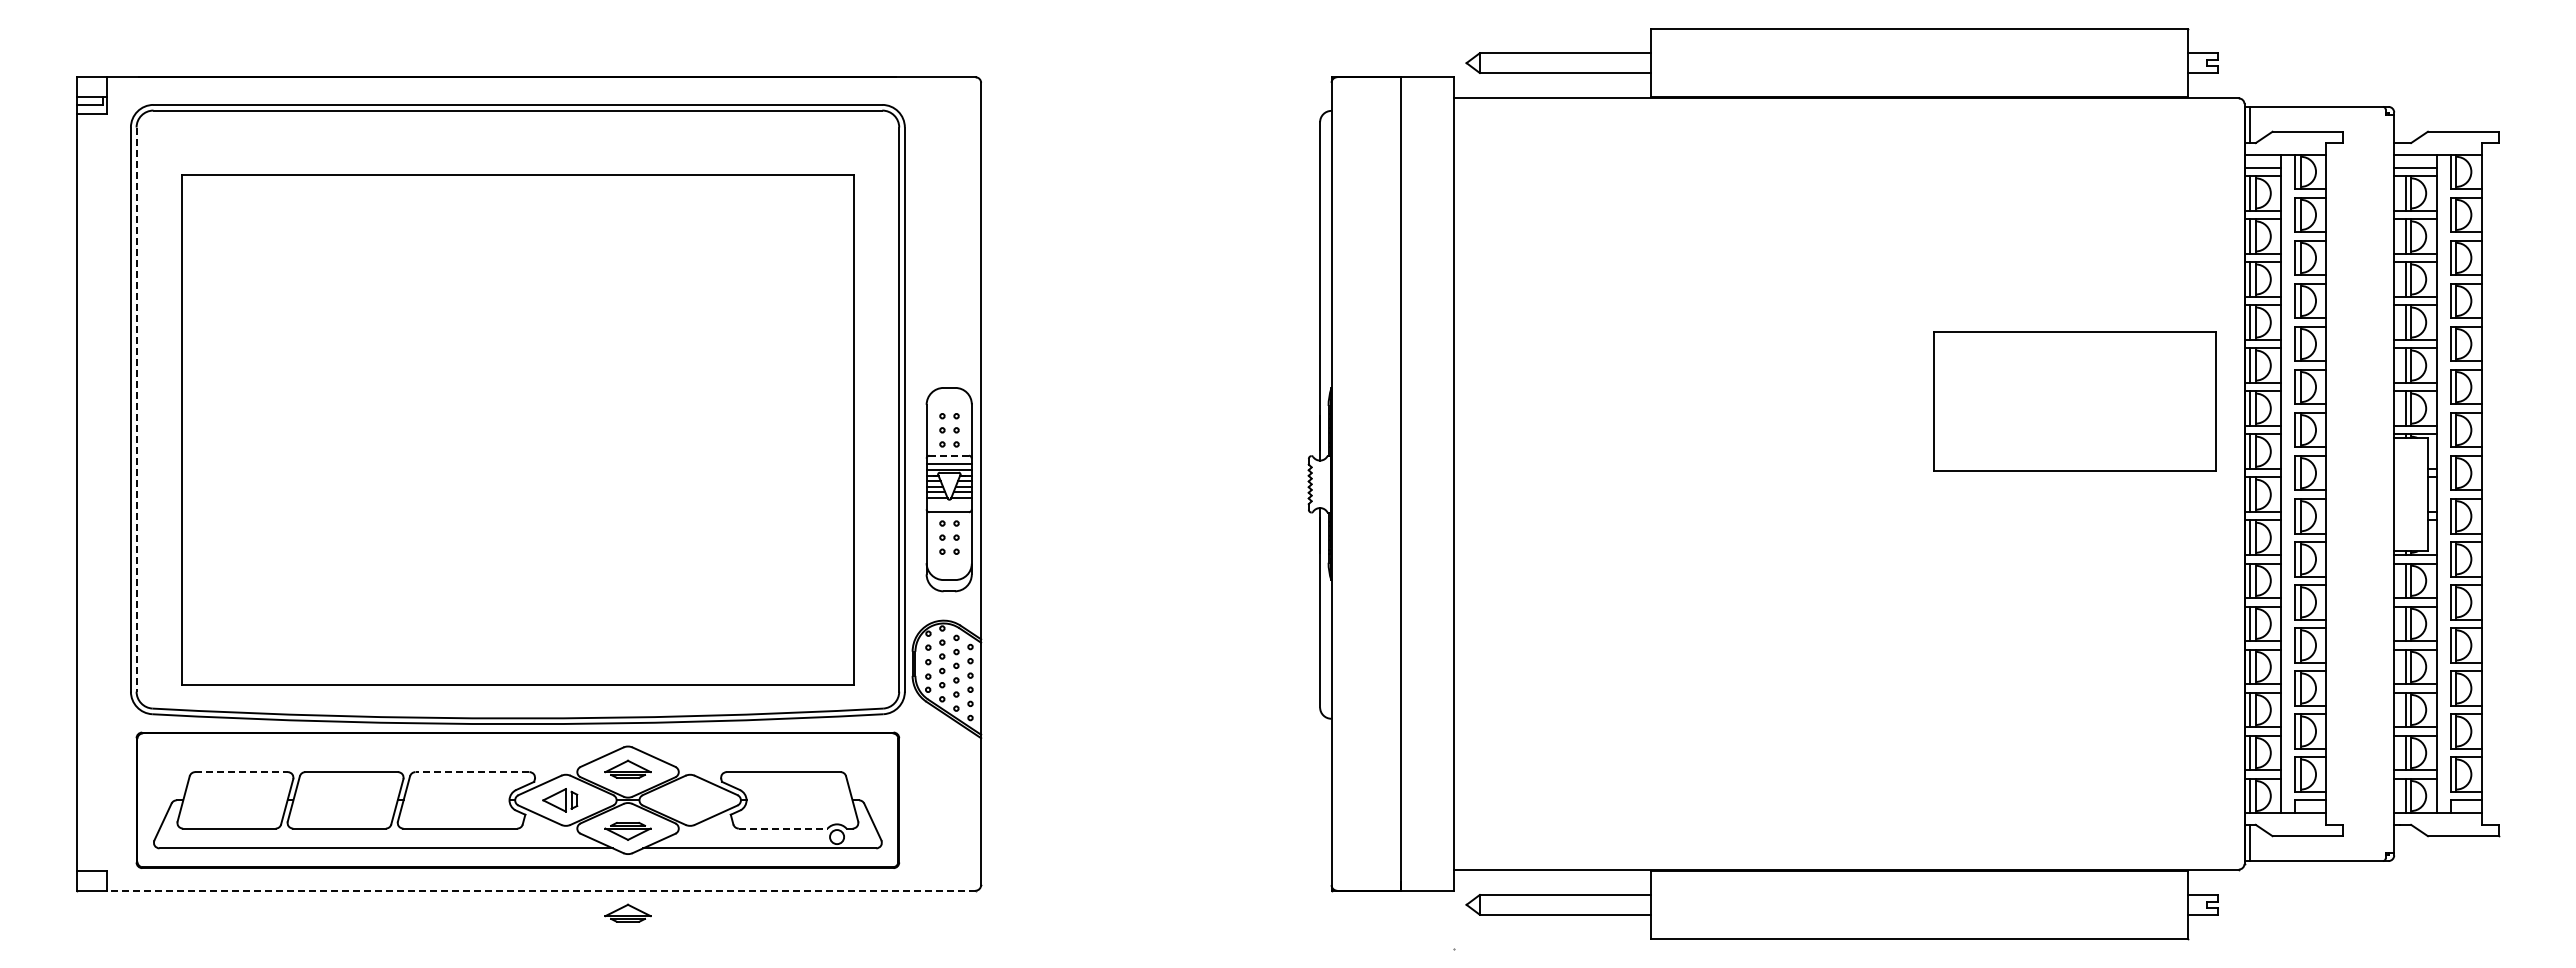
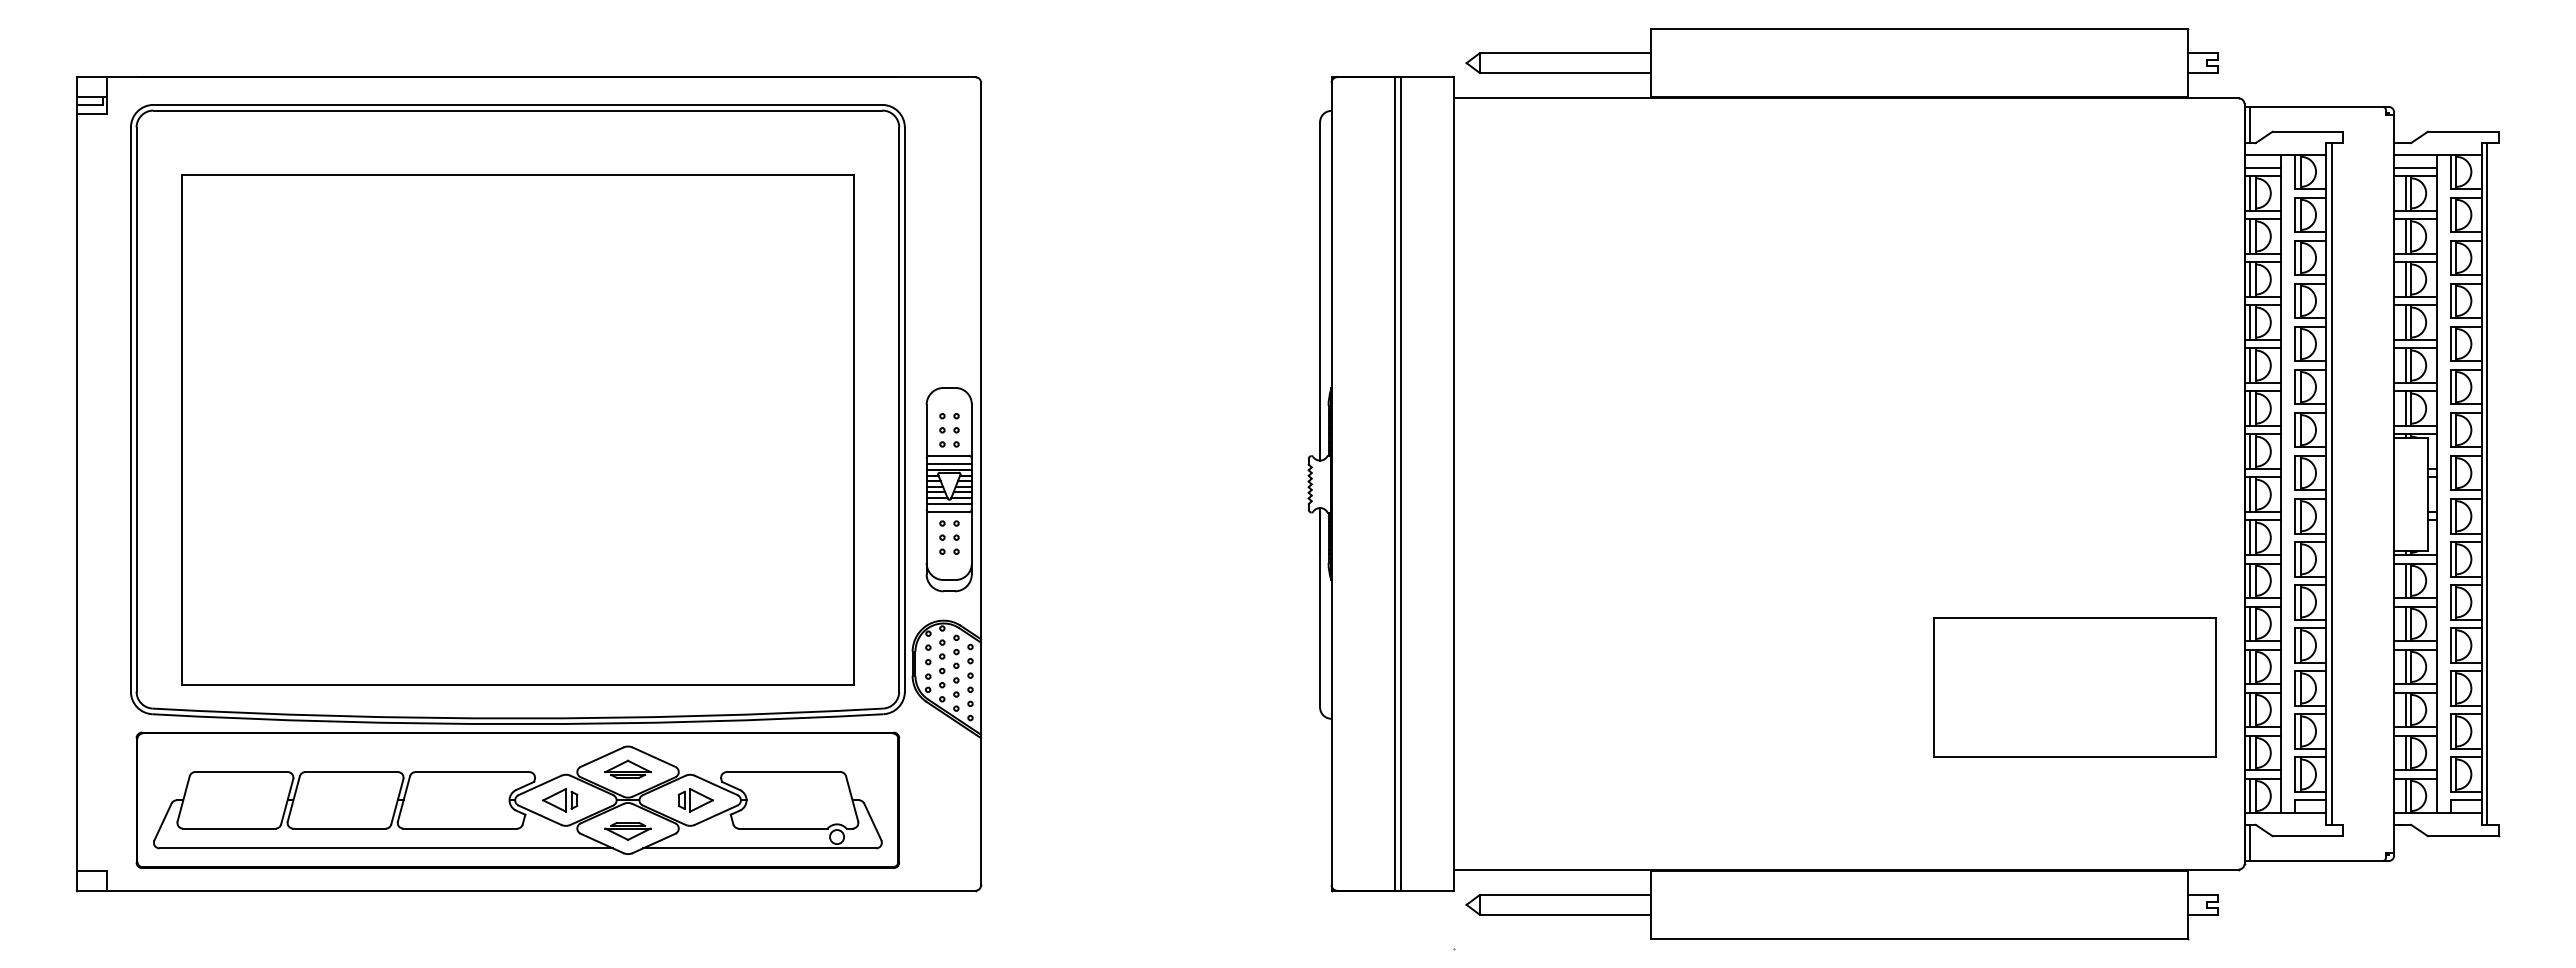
part at (2074, 401) position: (2074, 401) -> (2074, 687)
line at (136, 410): dashed -> solid
line at (949, 455): dashed -> solid
line at (1394, 483): none -> present
line at (2332, 483): none -> present
line at (2487, 483): none -> present
line at (948, 503): none -> present
line at (242, 772): dashed -> solid
line at (472, 772): dashed -> solid
part at (695, 800): none -> present
line at (783, 828): dashed -> solid
line at (540, 890): dashed -> solid
part at (627, 912): present -> none
